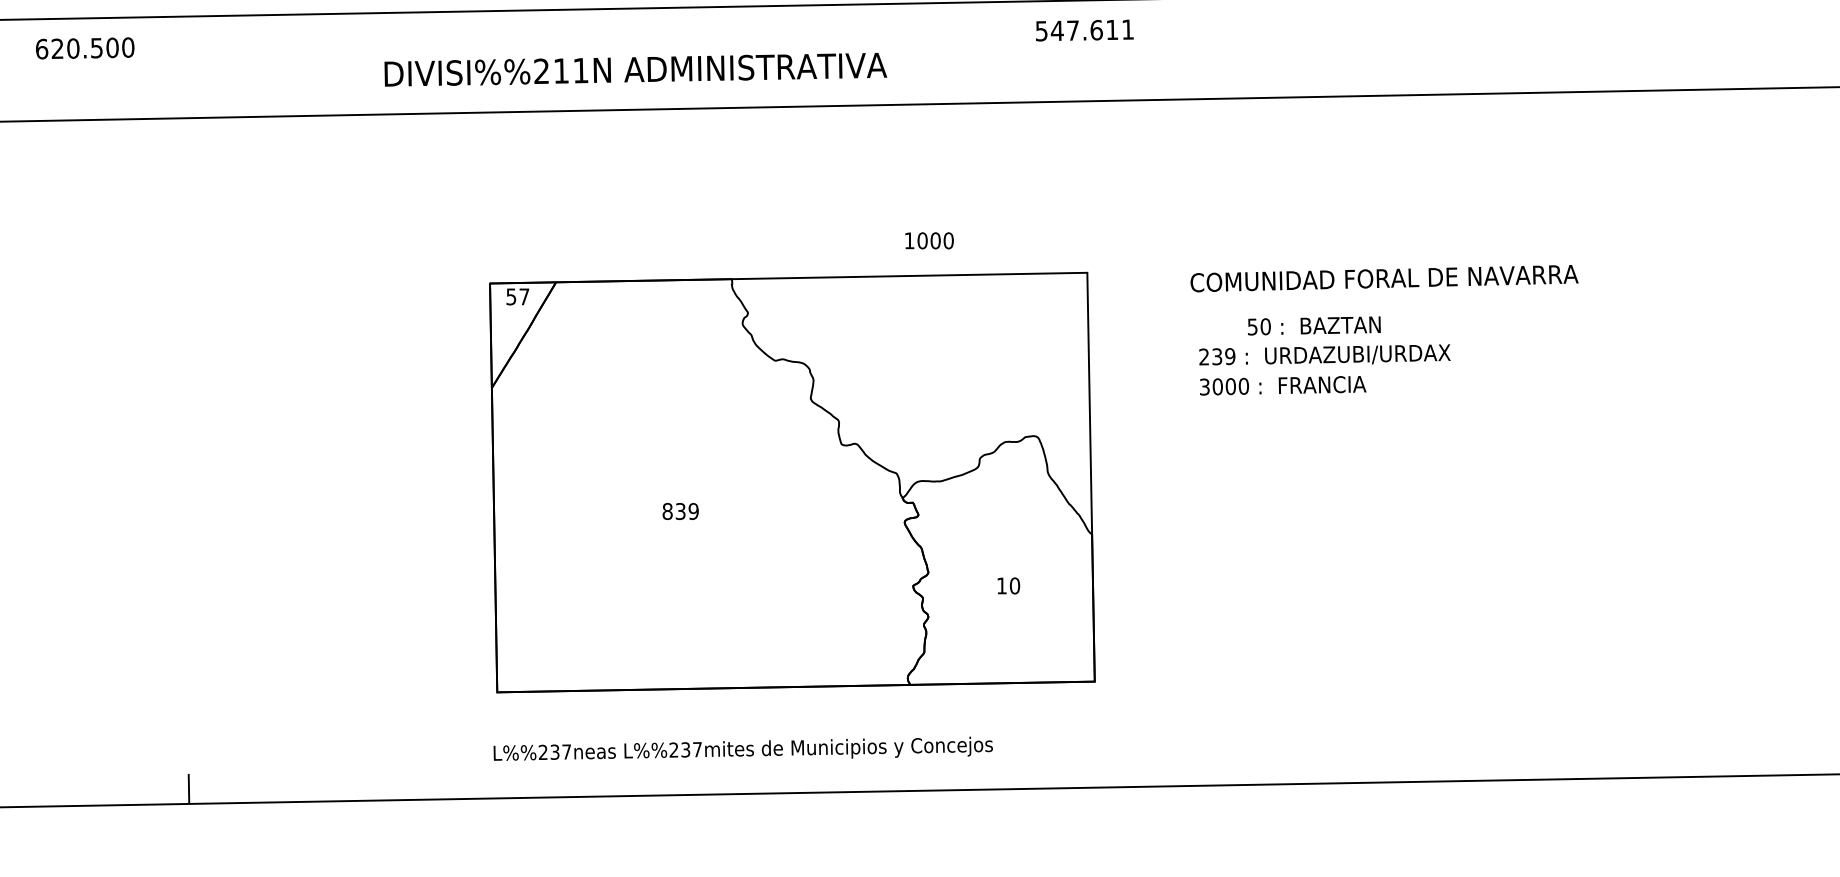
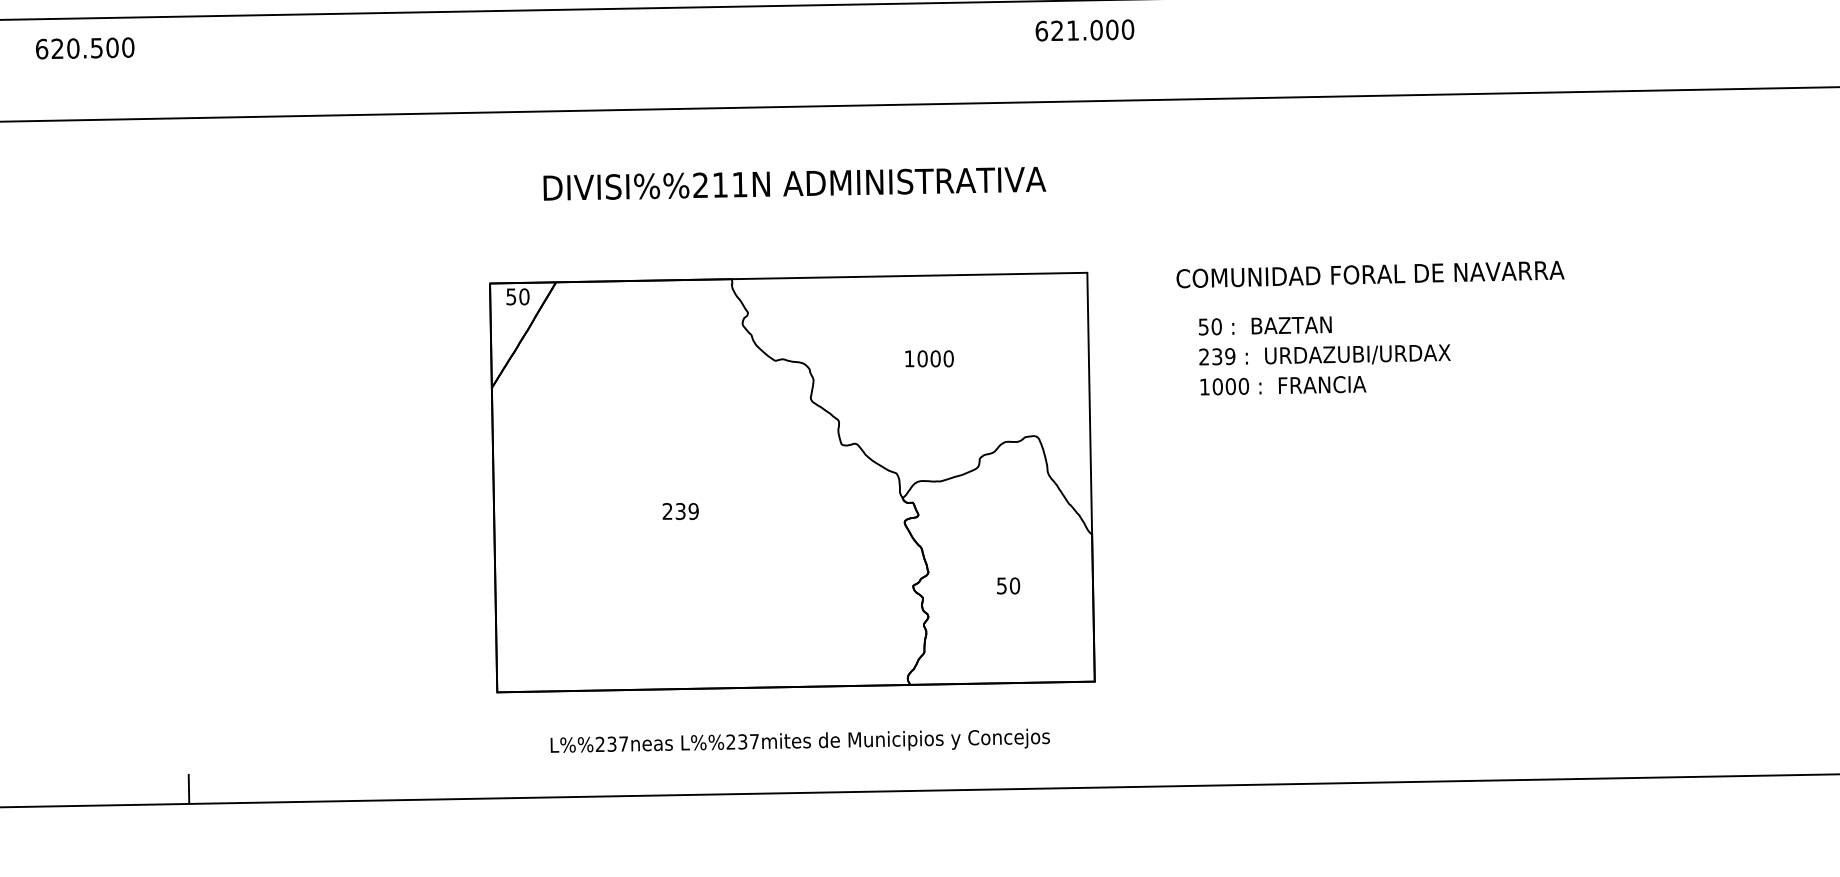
text at (1084, 30): 547.611 -> 621.000
text at (635, 69) position: (635, 69) -> (794, 183)
text at (929, 240) position: (929, 240) -> (929, 358)
text at (1384, 278) position: (1384, 278) -> (1370, 274)
text at (524, 296): 57 -> 50
text at (1314, 325) position: (1314, 325) -> (1265, 325)
text at (1204, 386): 3000 -> 1000
text at (667, 511): 839 -> 239
text at (1001, 585): 10 -> 50
text at (742, 748) position: (742, 748) -> (799, 740)
